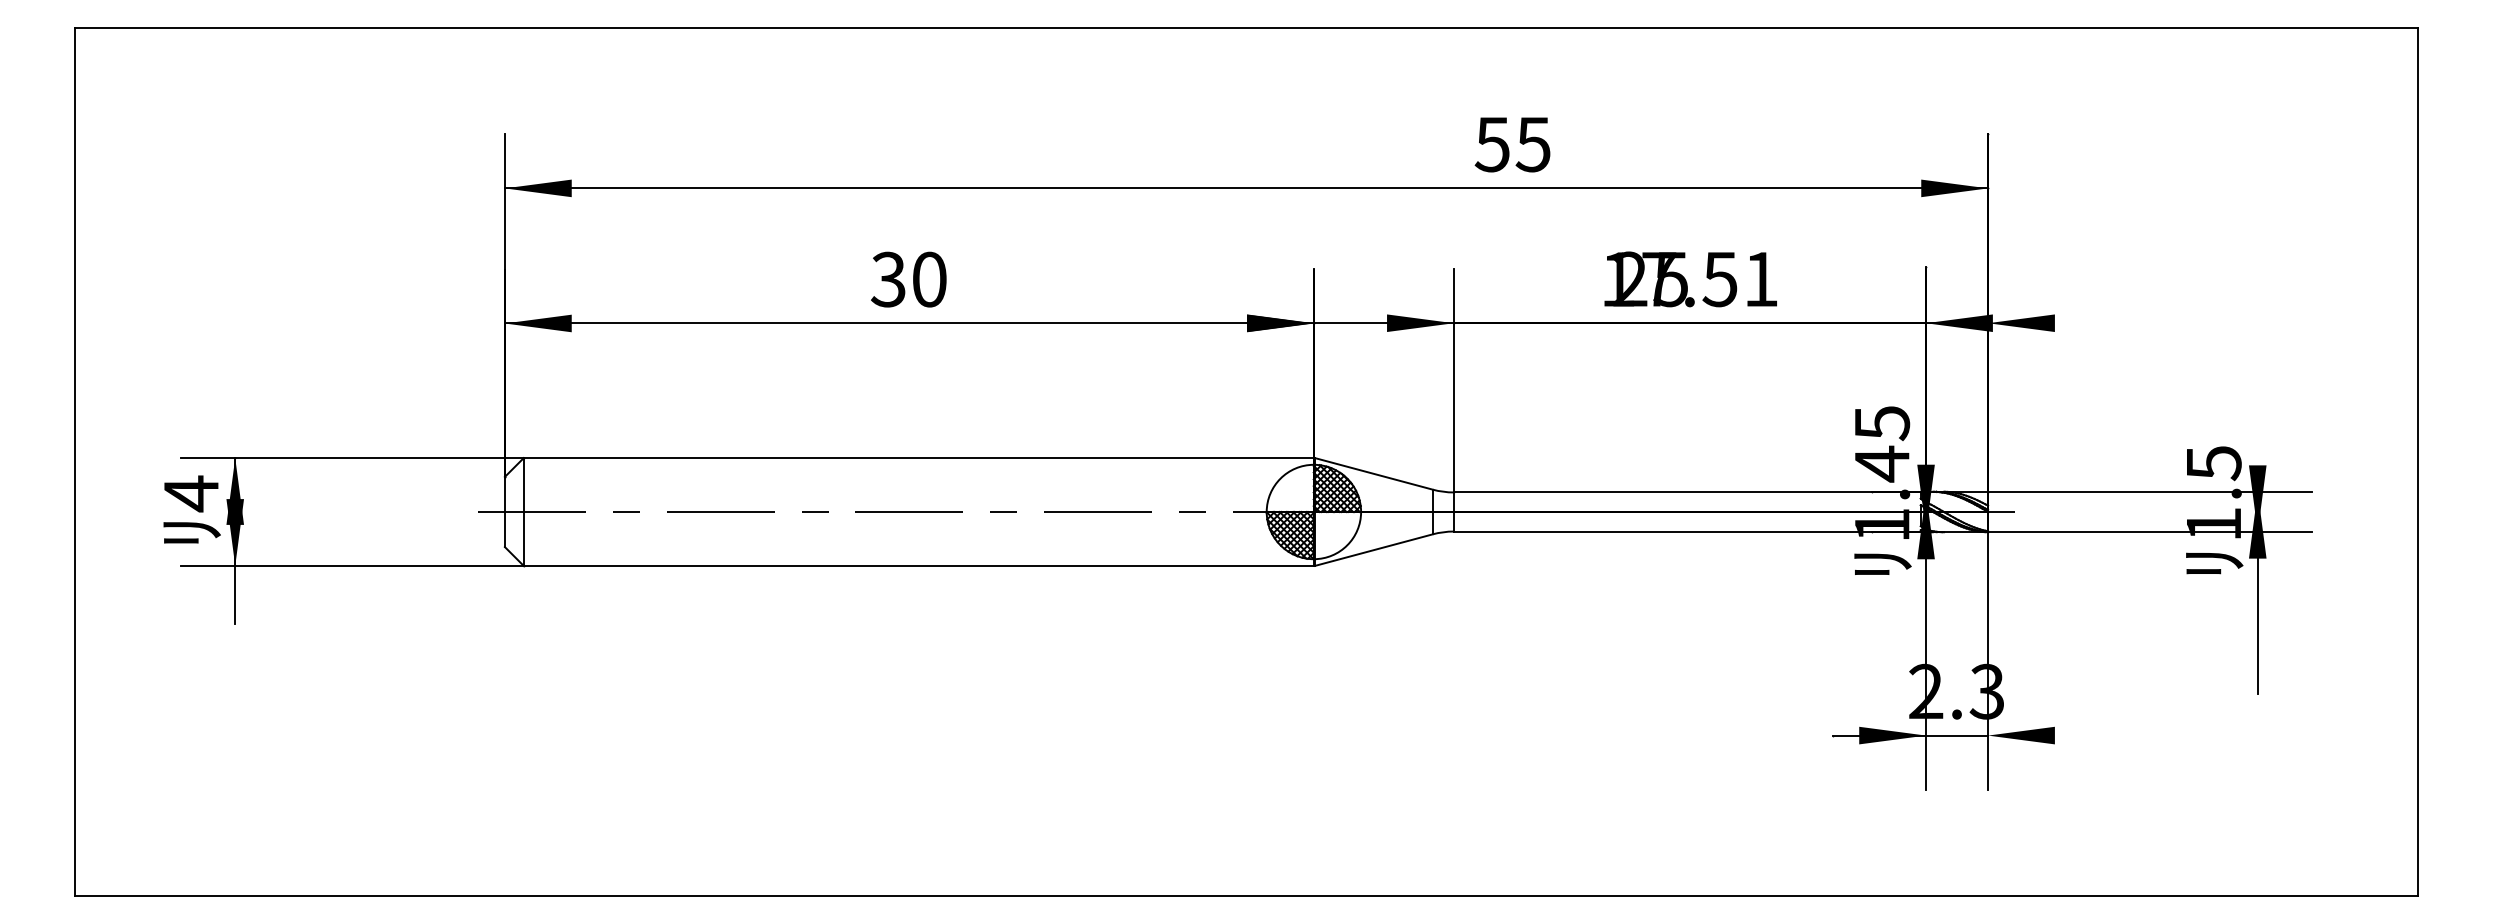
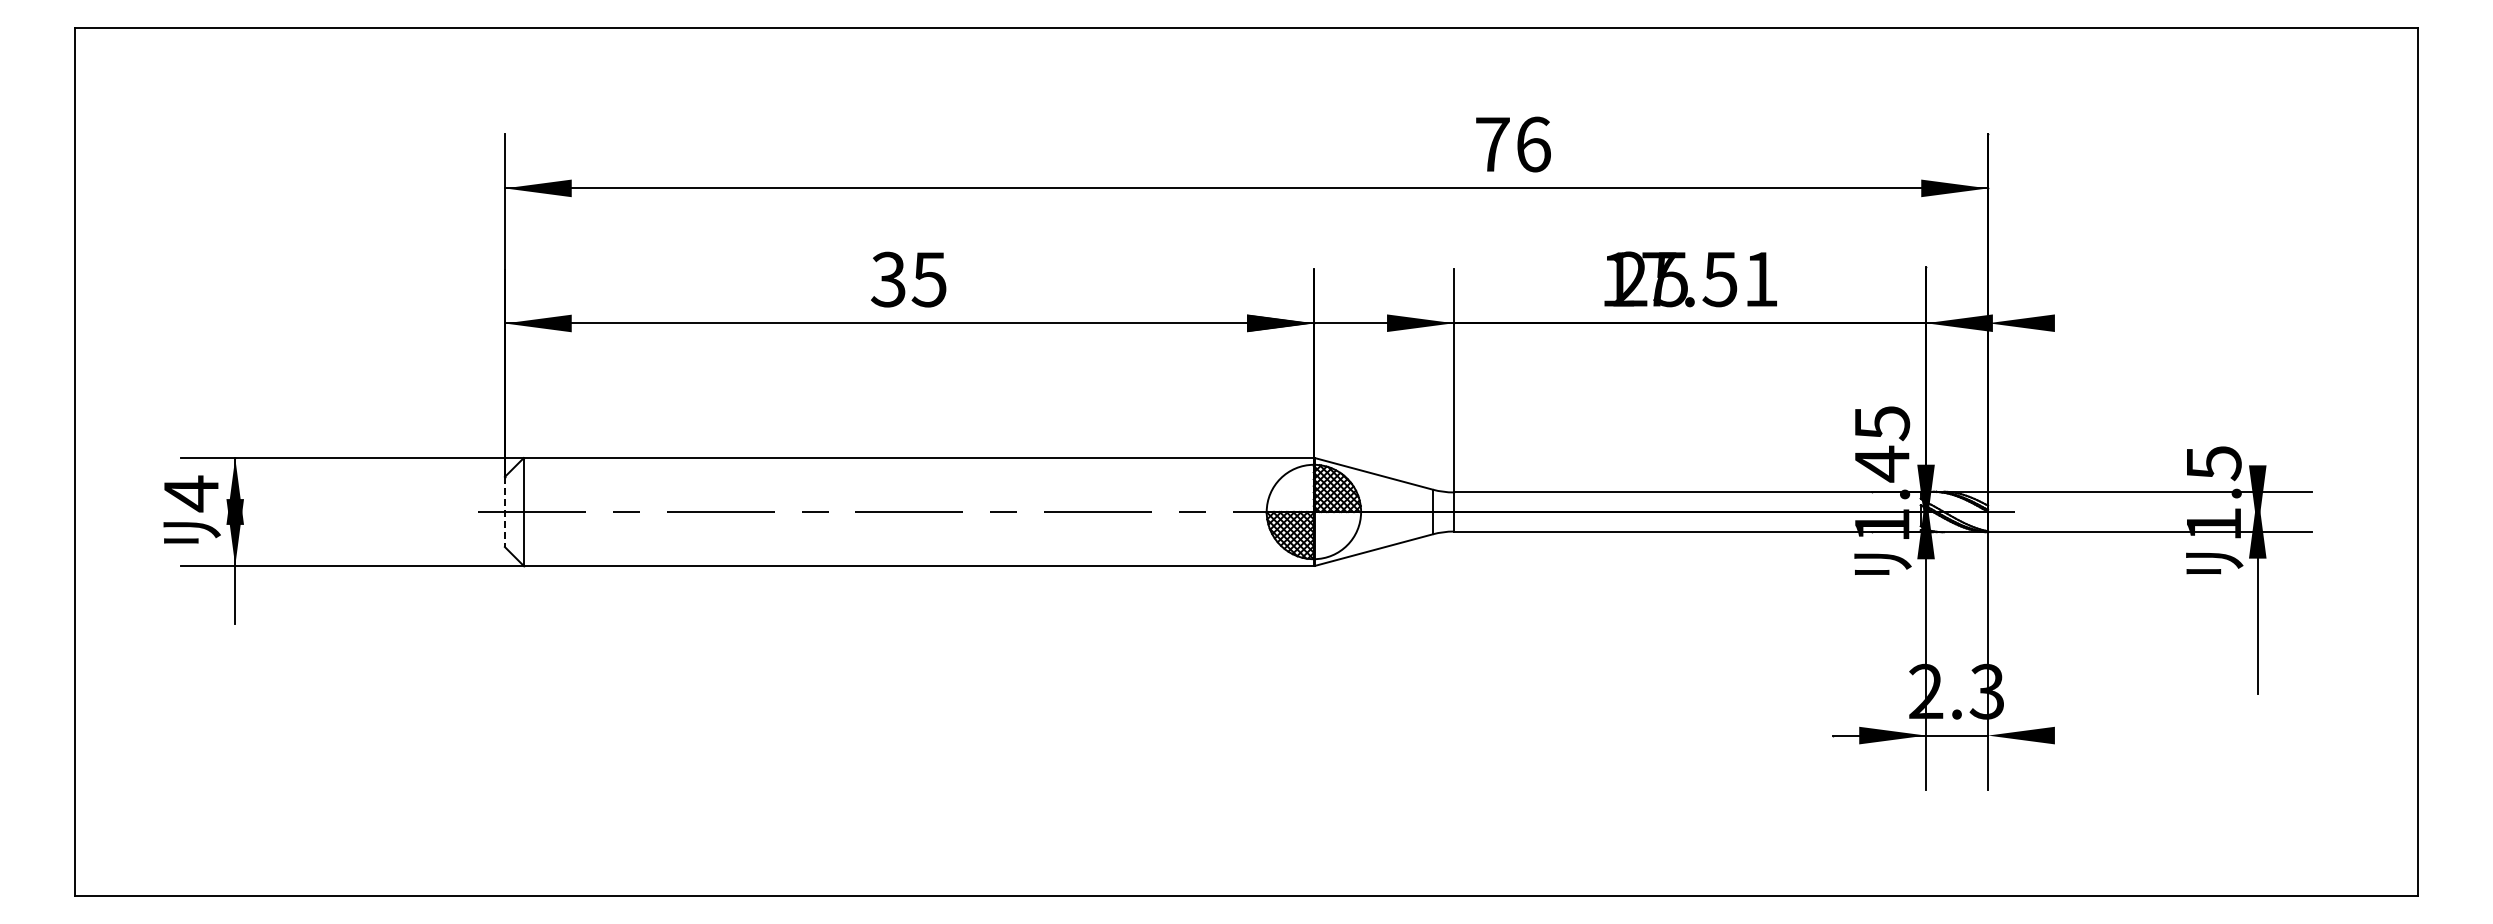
text at (1512, 144): 55 -> 76
text at (928, 279): 30 -> 35
line at (504, 512): solid -> dashed
